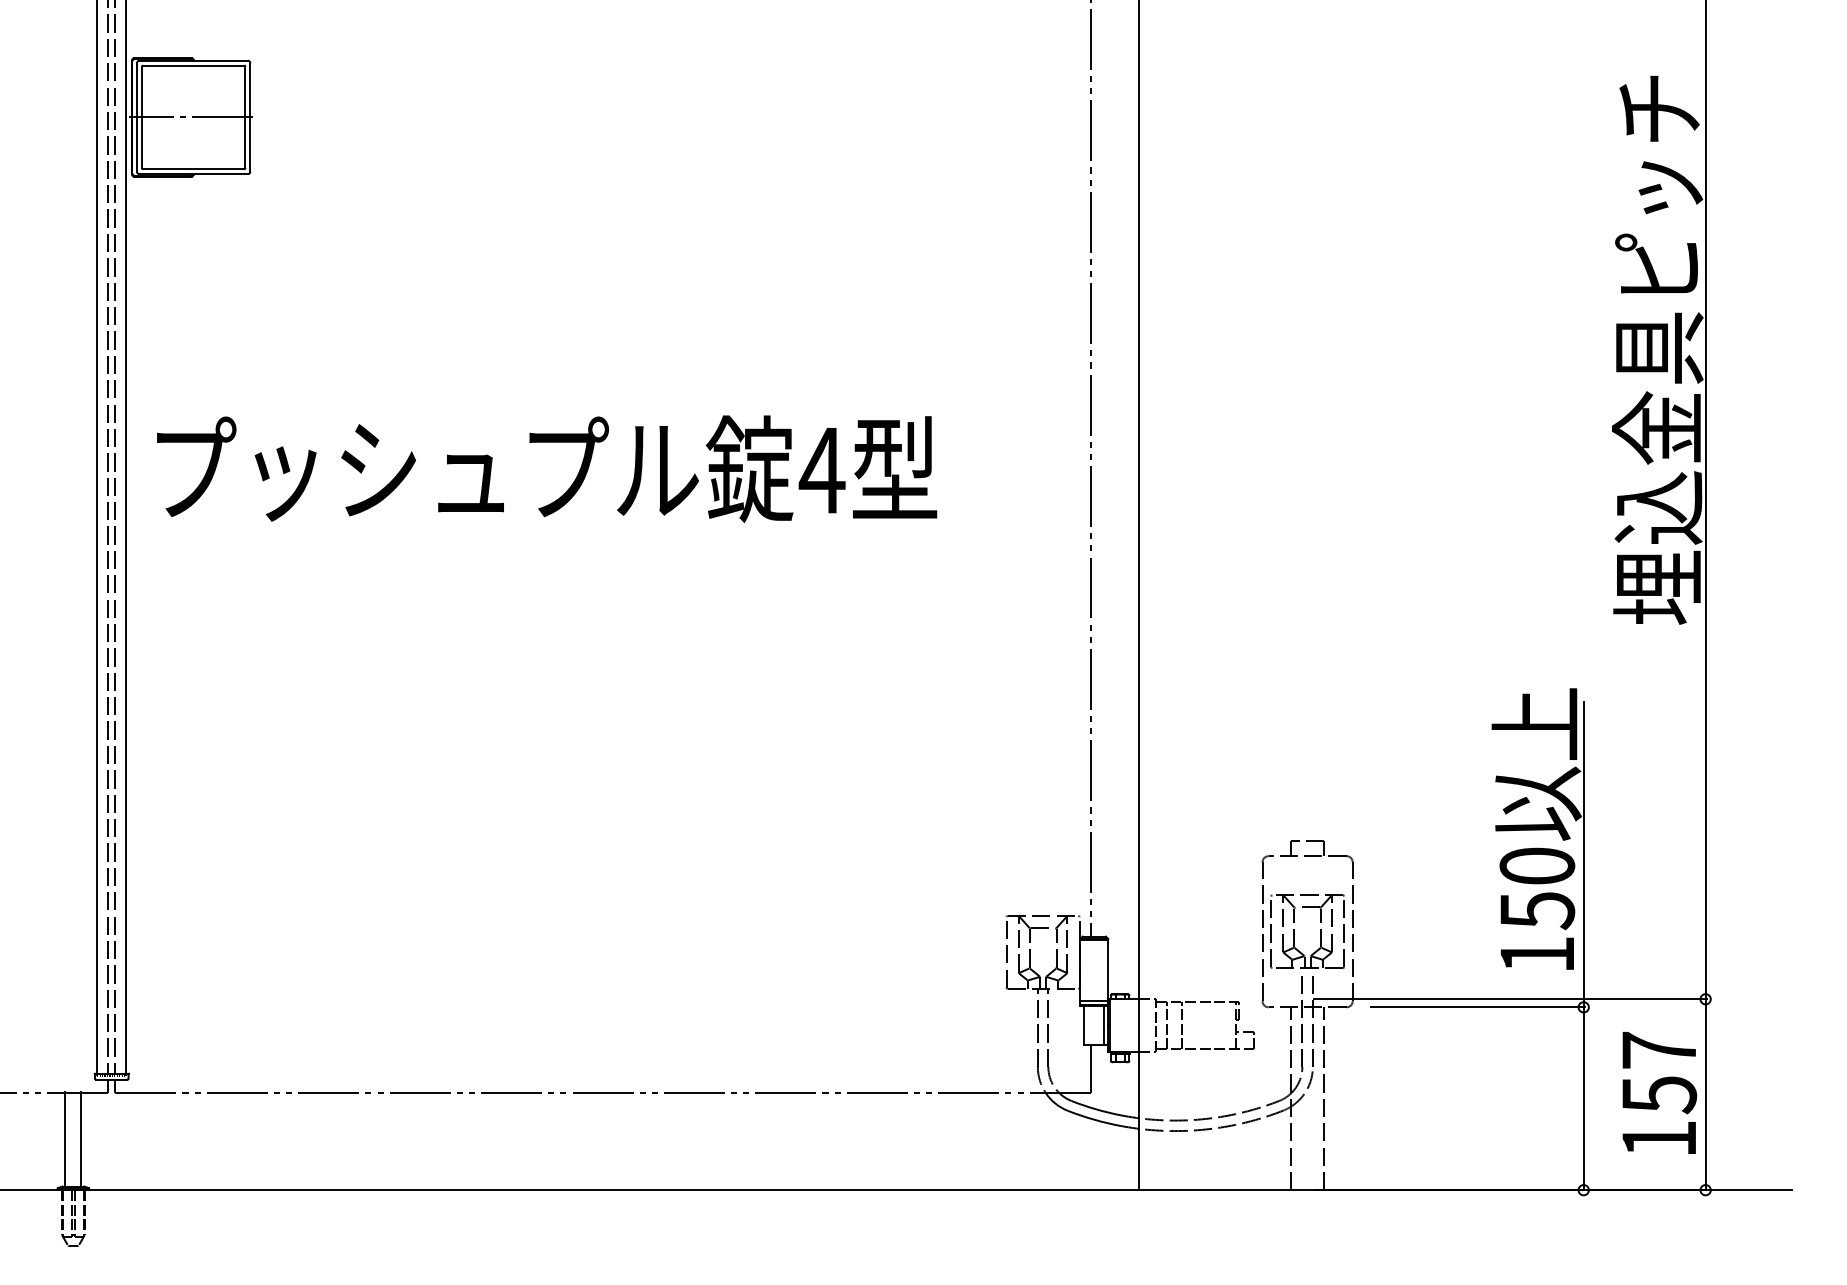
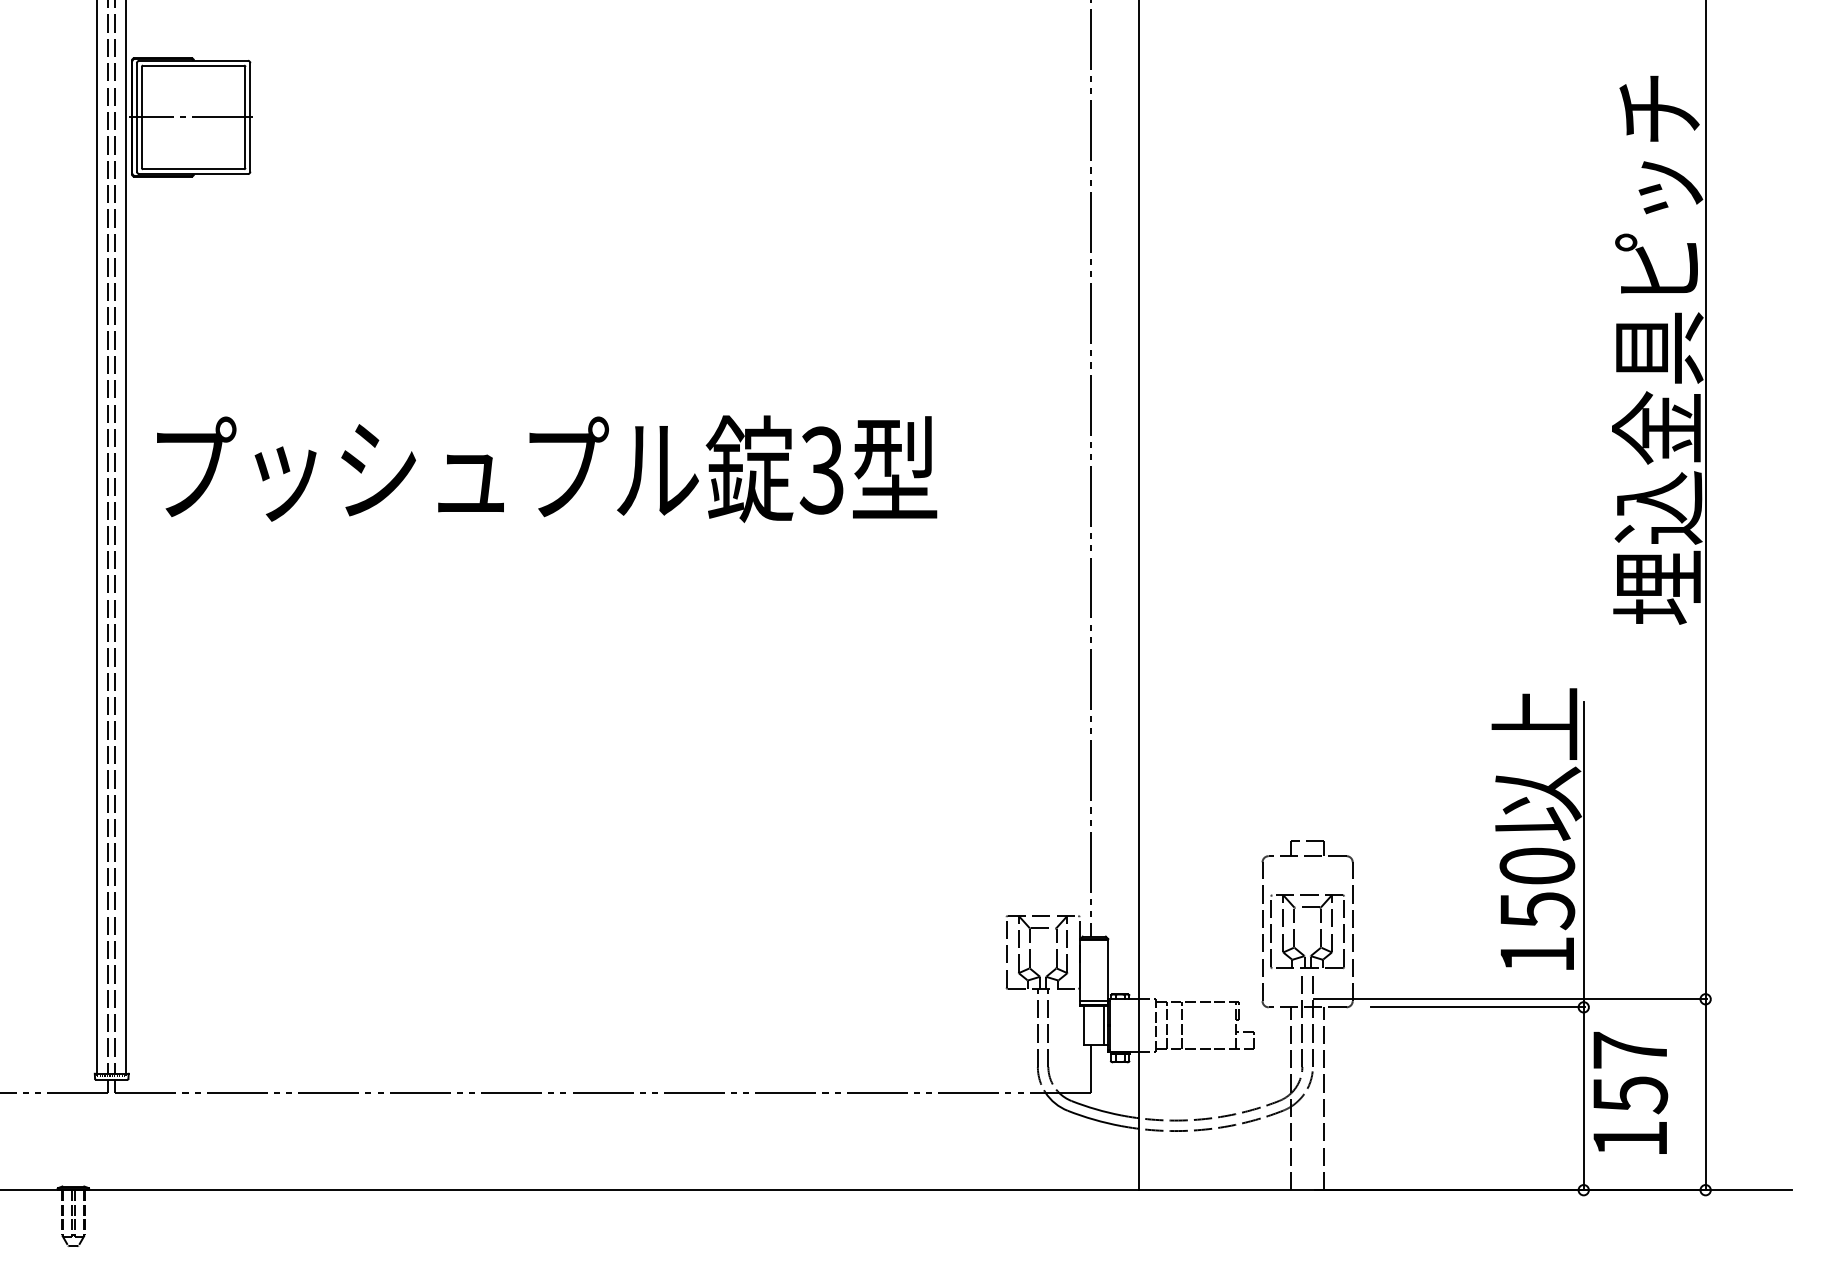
text at (821, 470): 4 -> 3
text at (1659, 1092) position: (1659, 1092) -> (1630, 1092)
line at (65, 1139): present -> none
line at (81, 1139): present -> none
